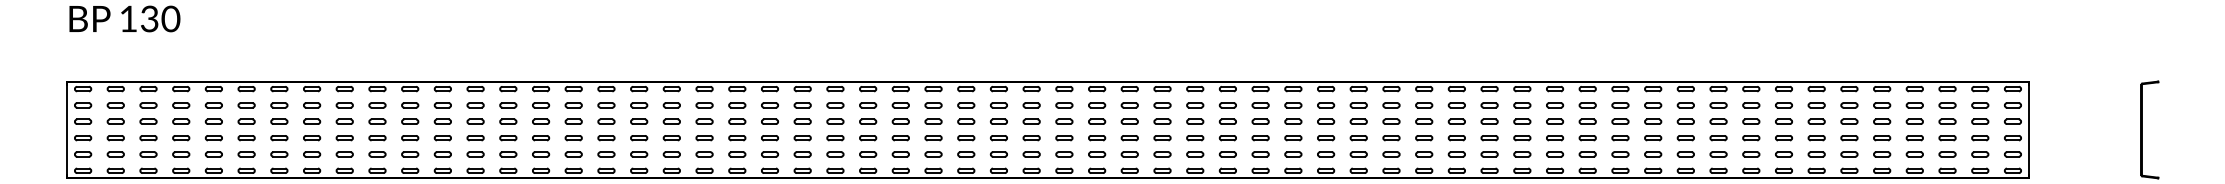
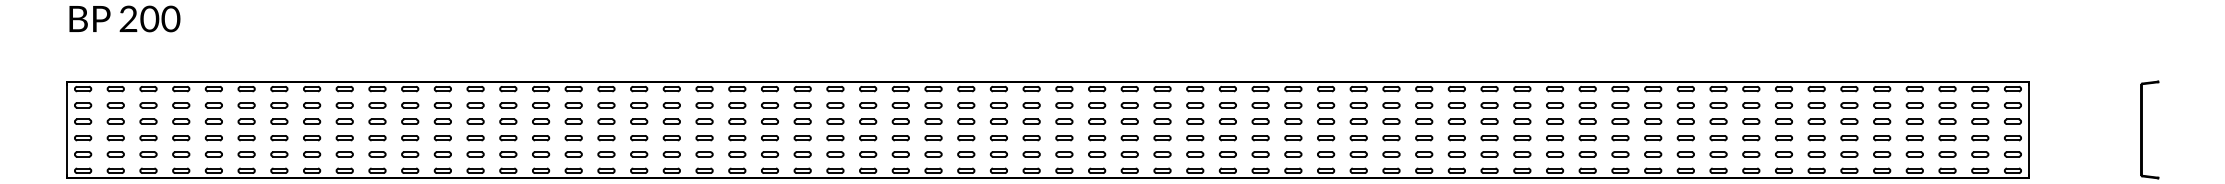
text at (139, 18): 130 -> 200
